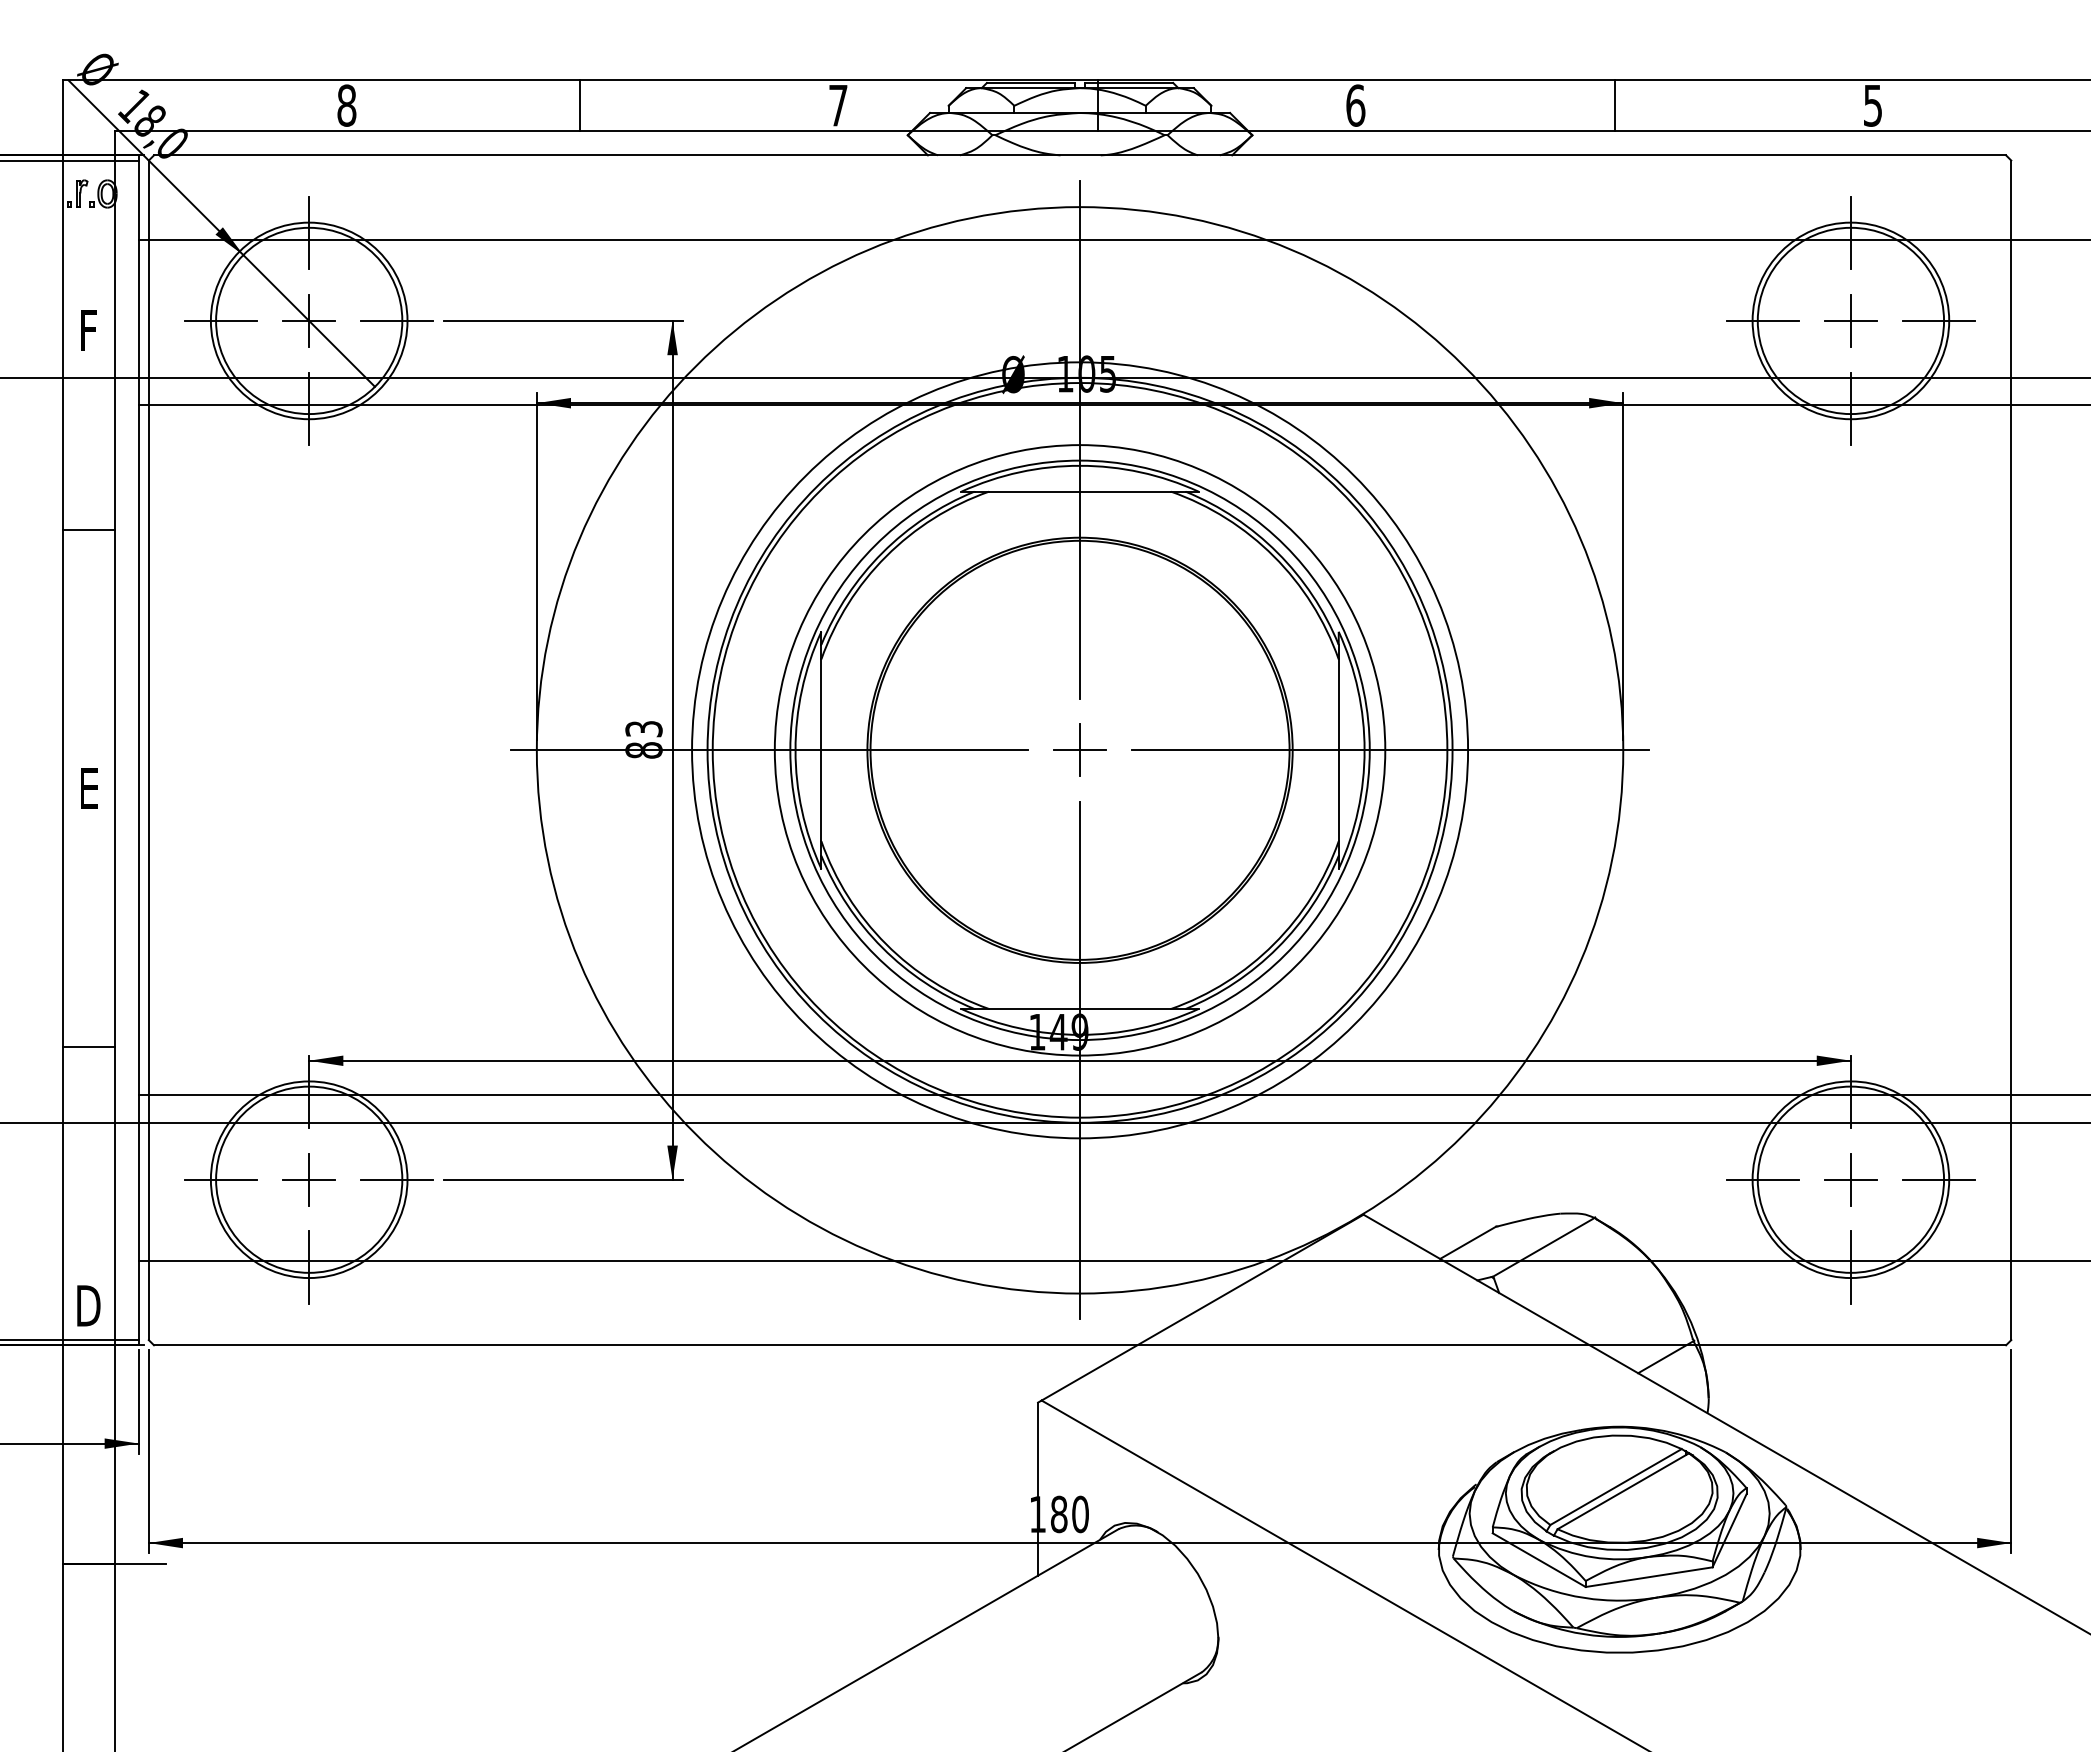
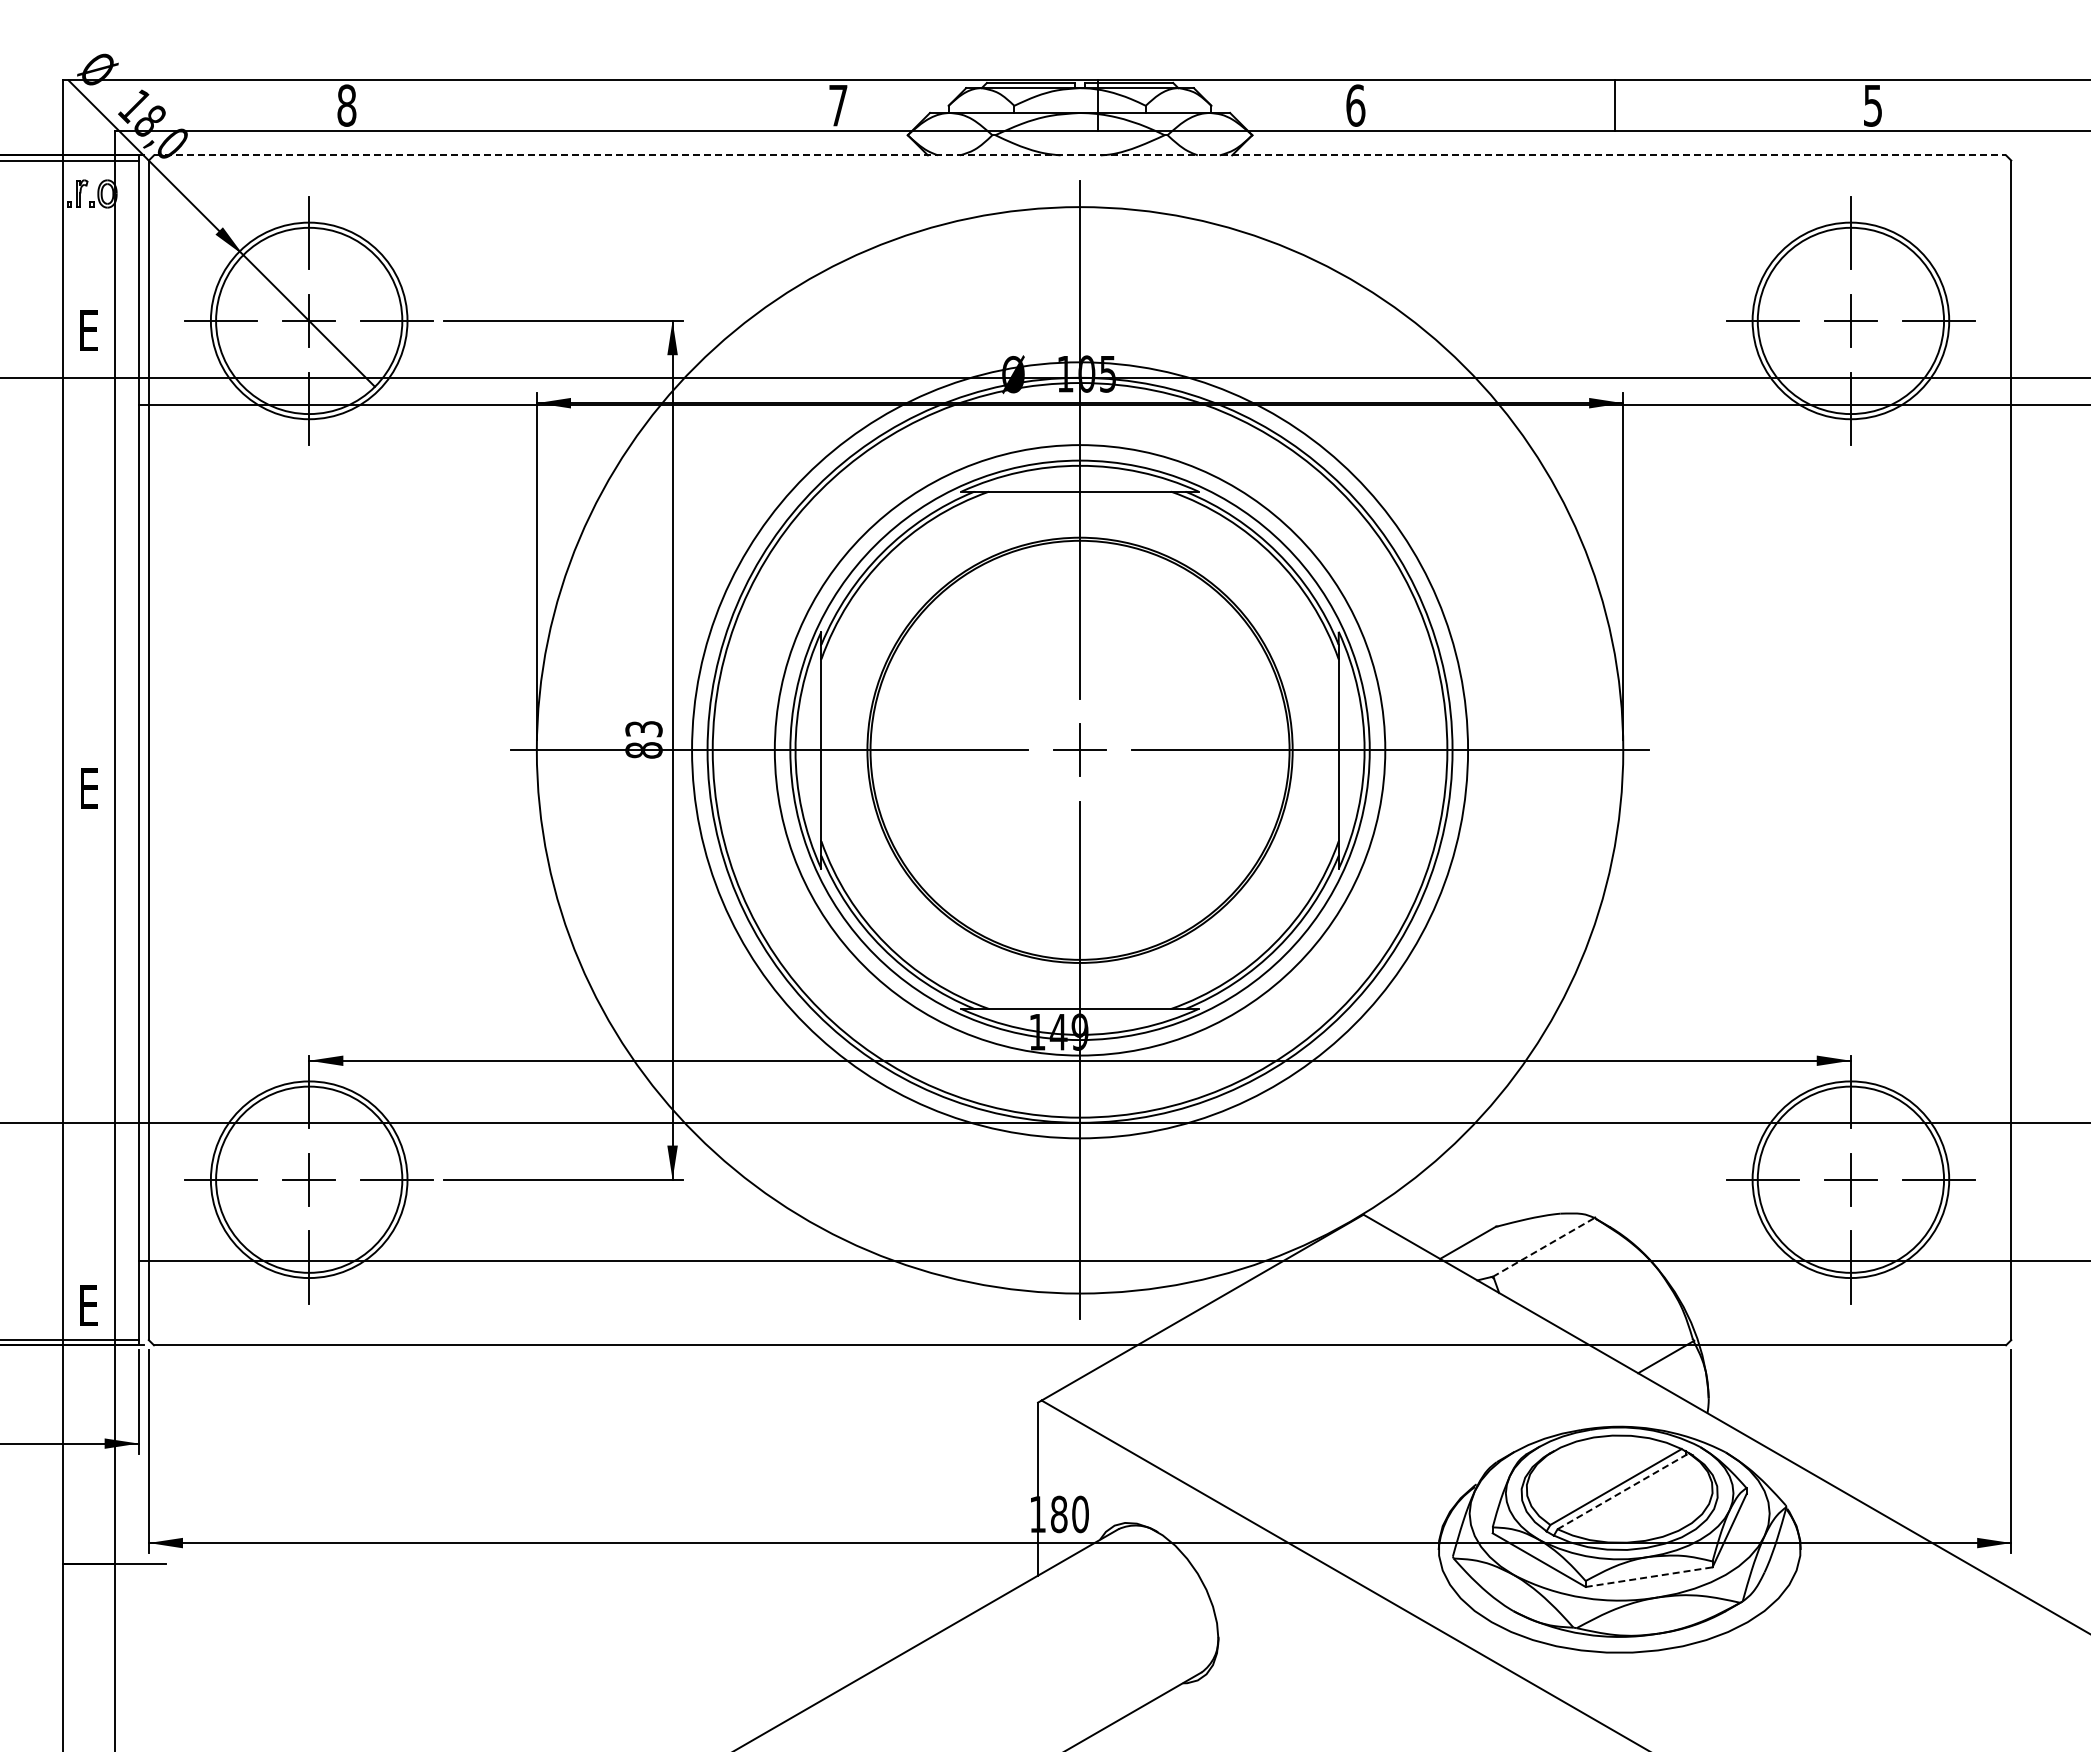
line at (580, 105): present -> none
line at (1080, 155): solid -> dashed
line at (1112, 239): present -> none
text at (88, 330): F -> E
line at (88, 529): present -> none
line at (88, 1047): present -> none
line at (1112, 1095): present -> none
line at (1544, 1247): solid -> dashed
text at (88, 1305): D -> E
line at (1623, 1491): solid -> dashed
line at (1649, 1577): solid -> dashed
